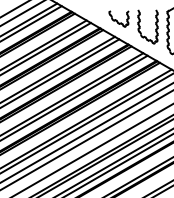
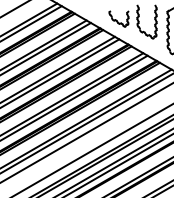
line at (21, 13): present -> none
part at (140, 26) position: (140, 26) -> (139, 21)
line at (86, 140): present -> none
